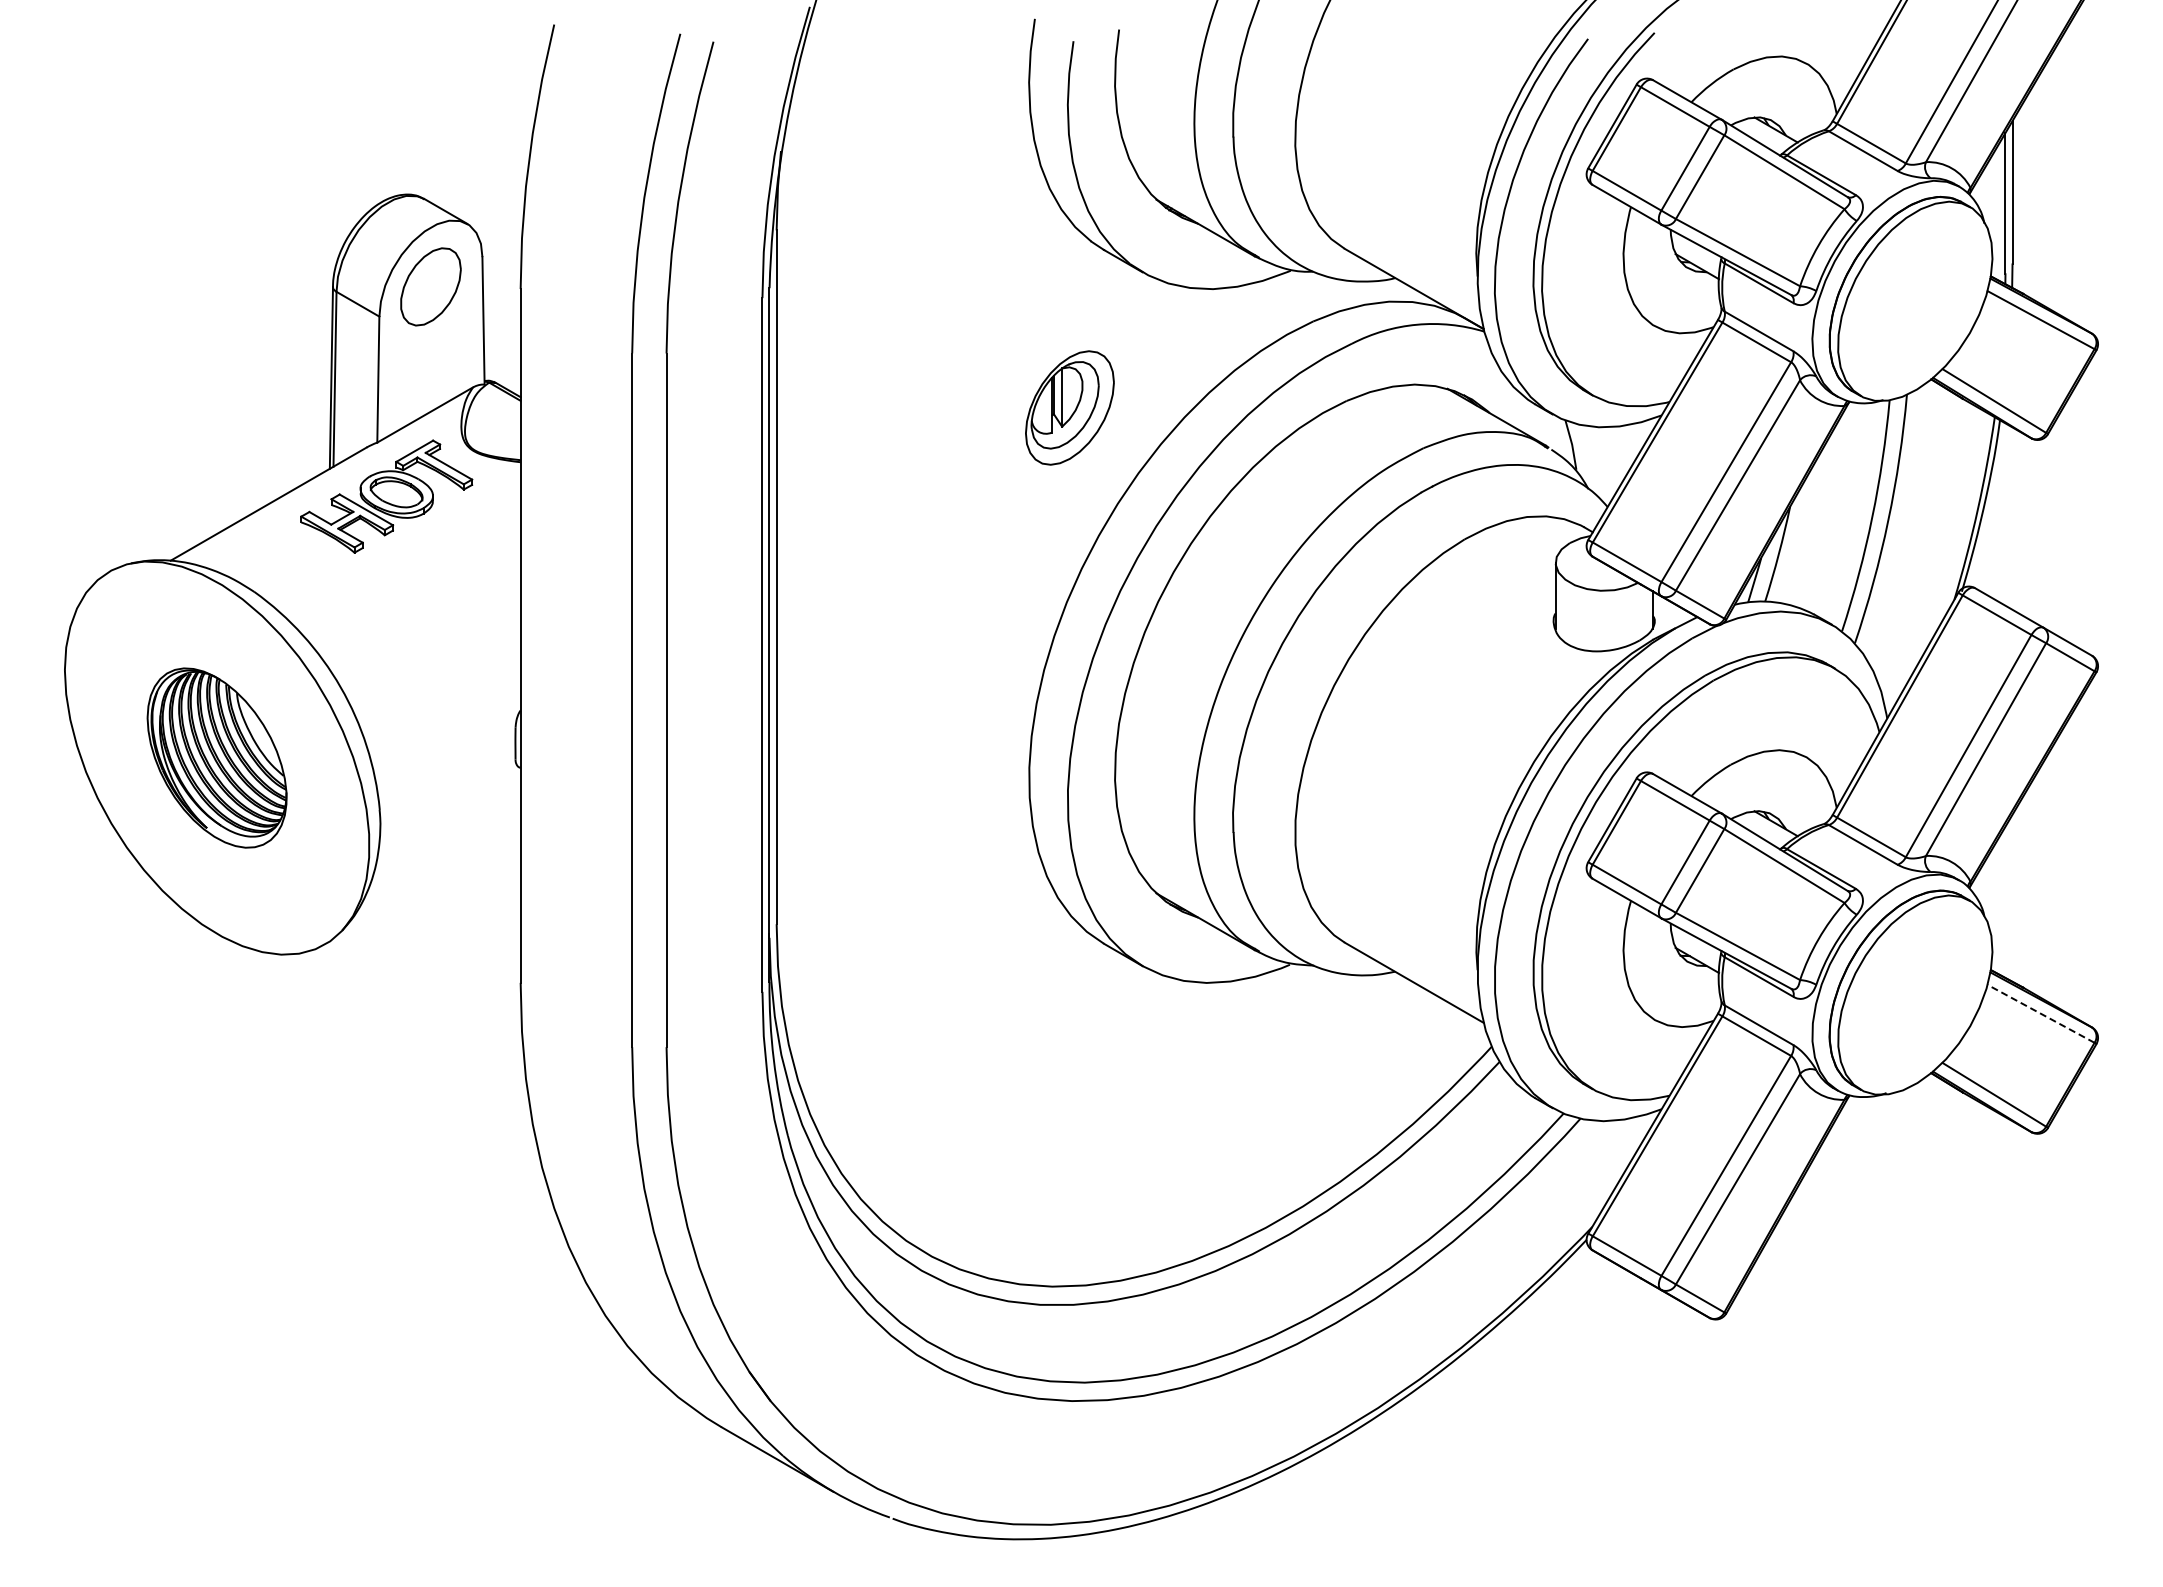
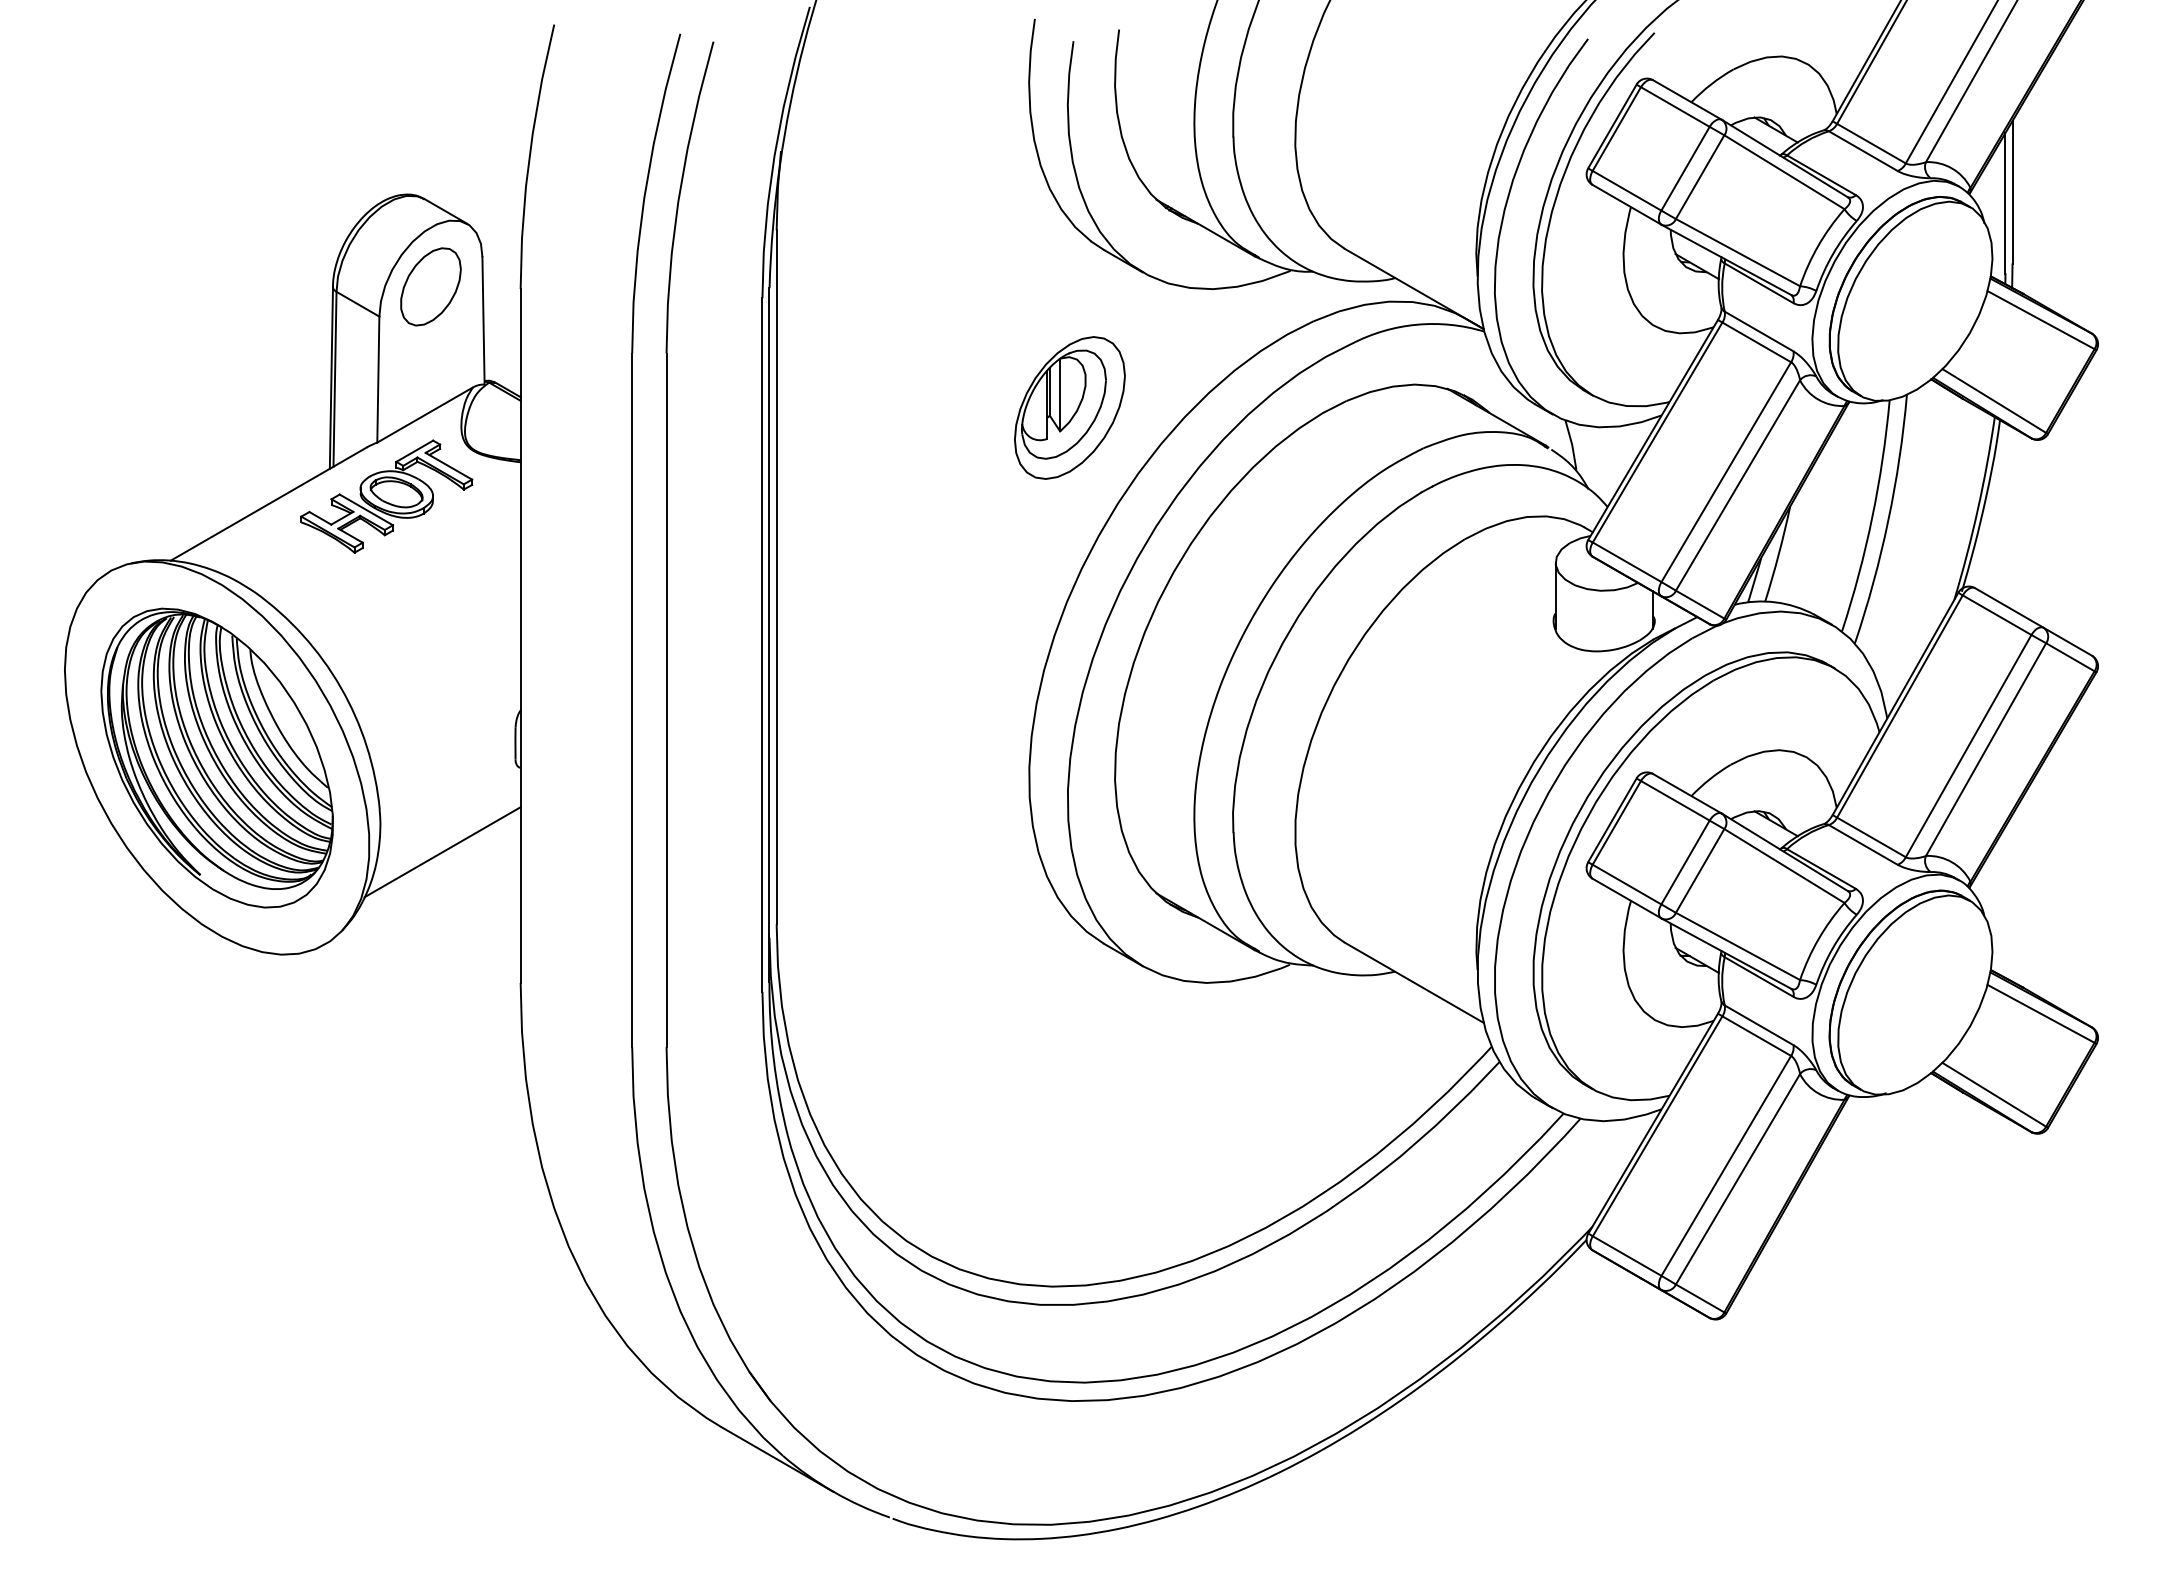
part at (1069, 407) size: 90x116 px -> 112x144 px
part at (216, 757) size: 142x182 px -> 234x302 px
line at (442, 852): none -> present
line at (2041, 1013): dashed -> solid
